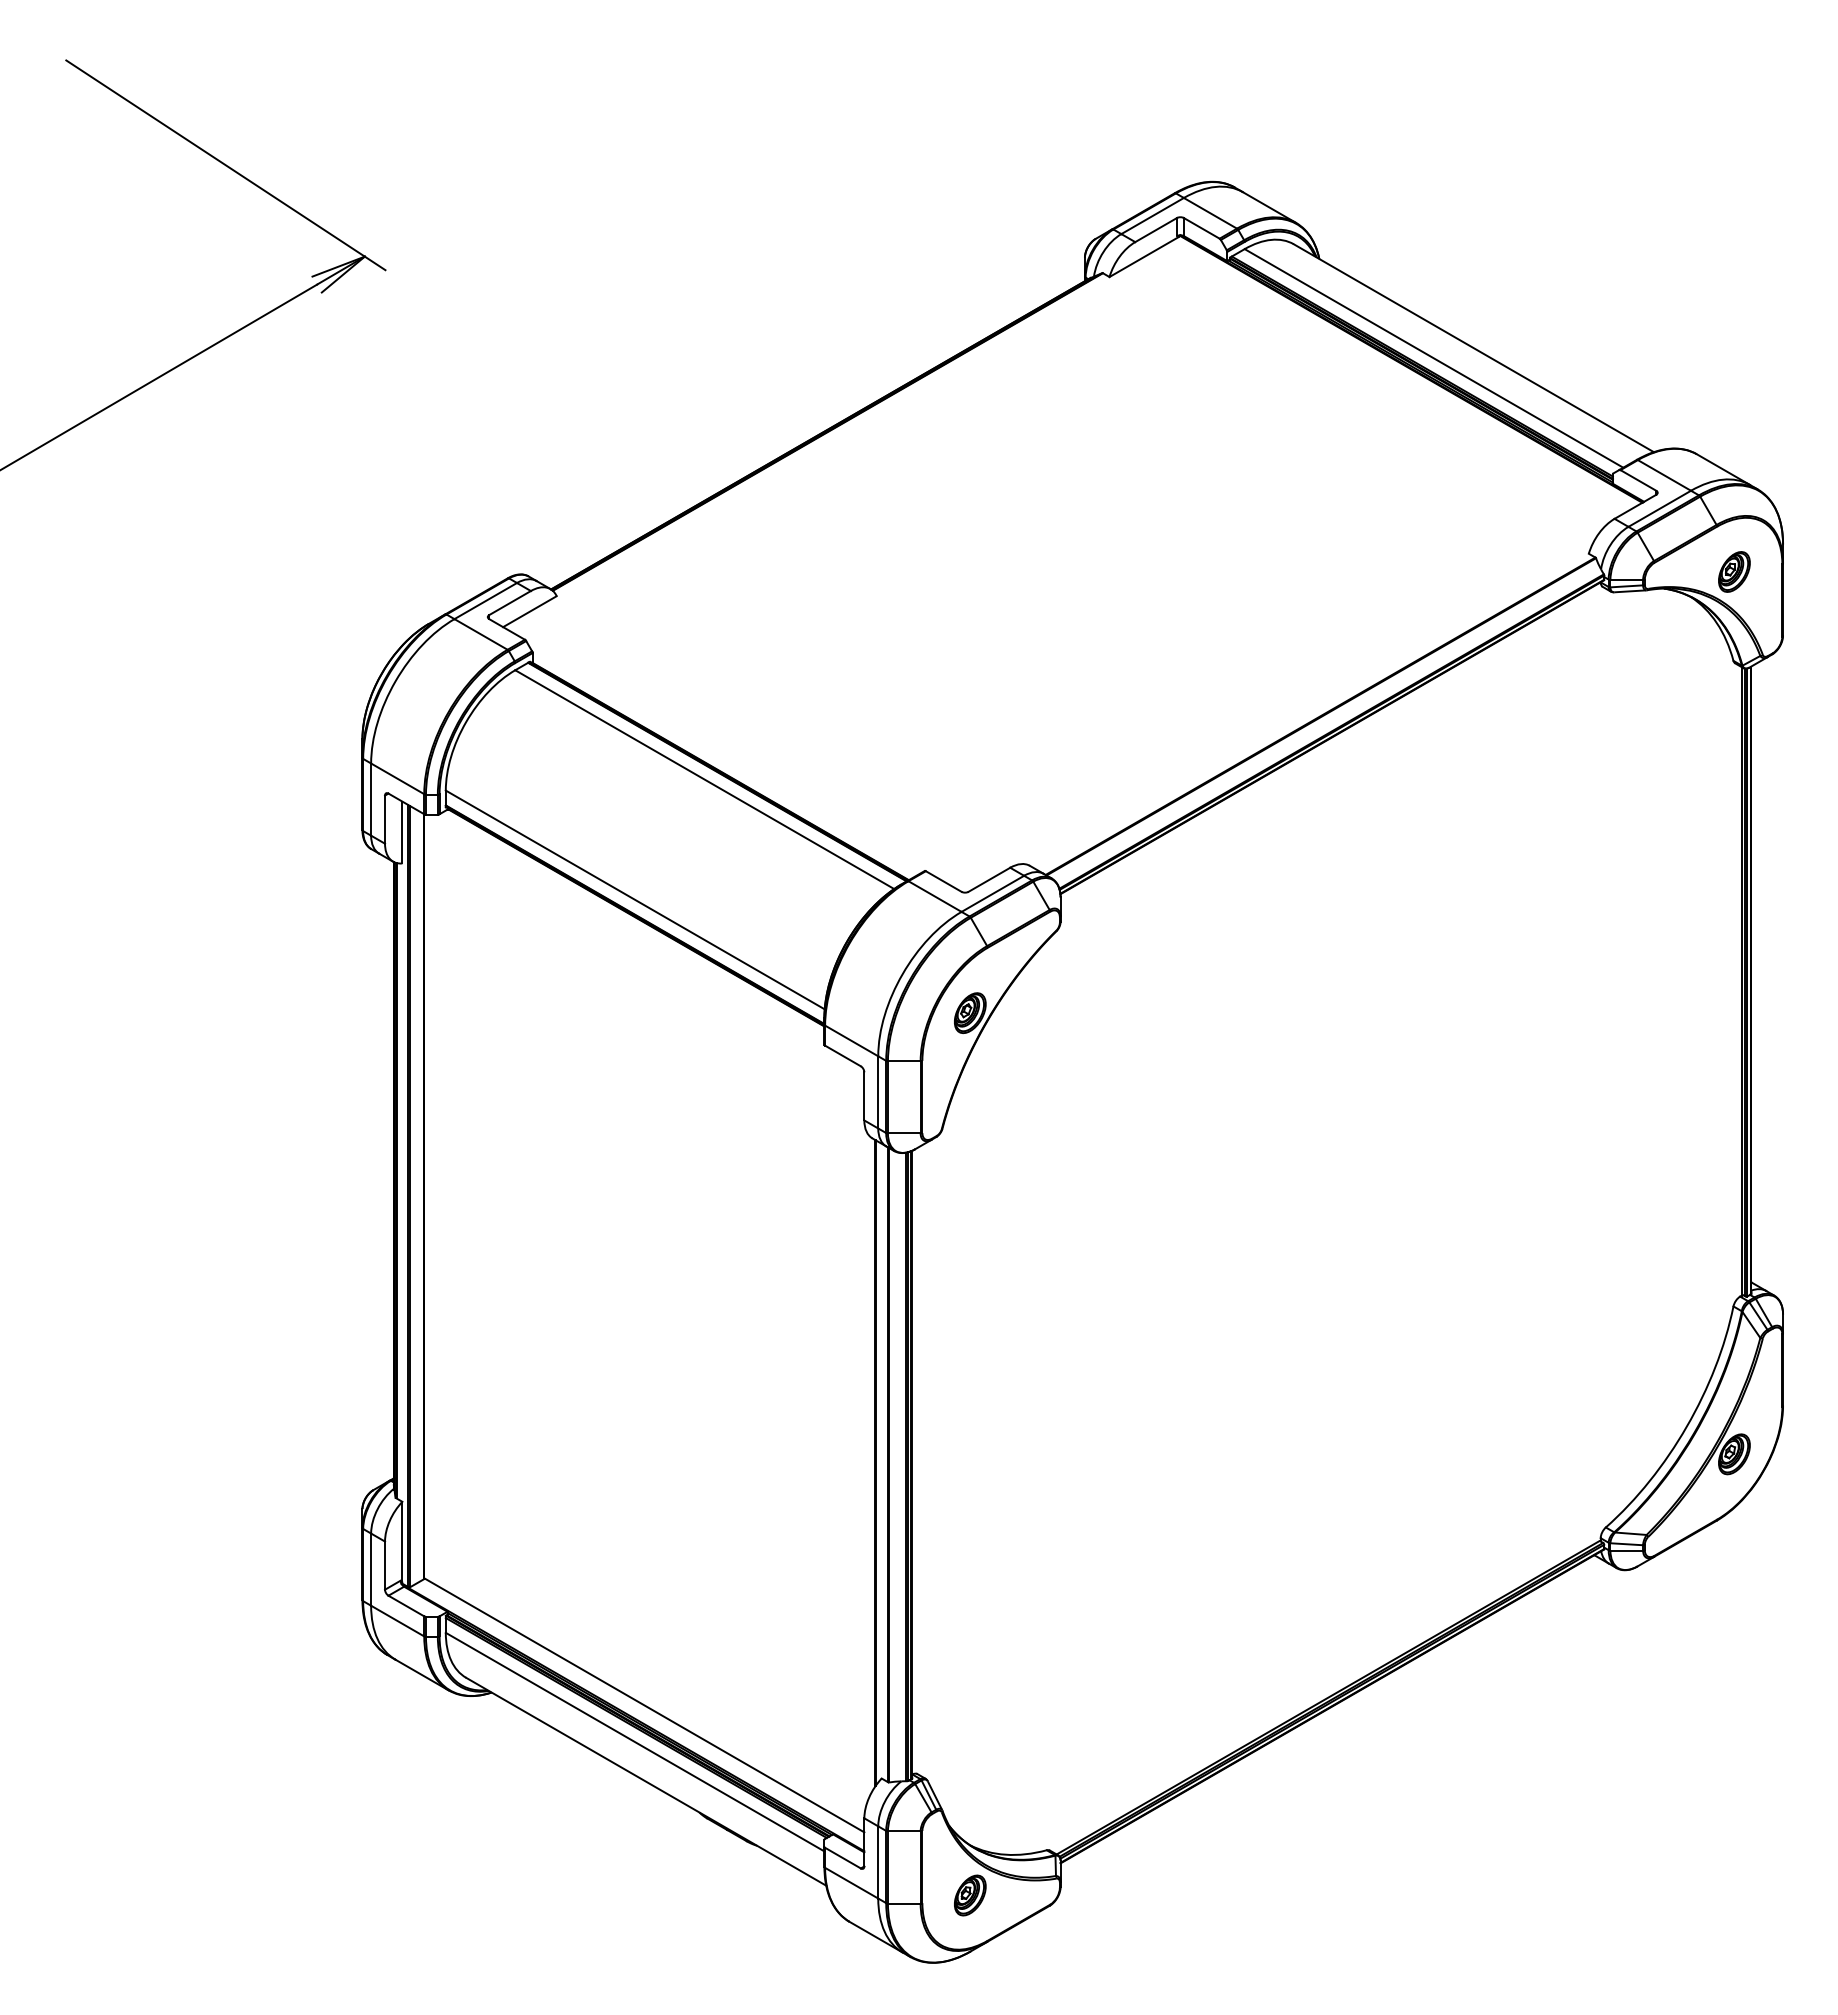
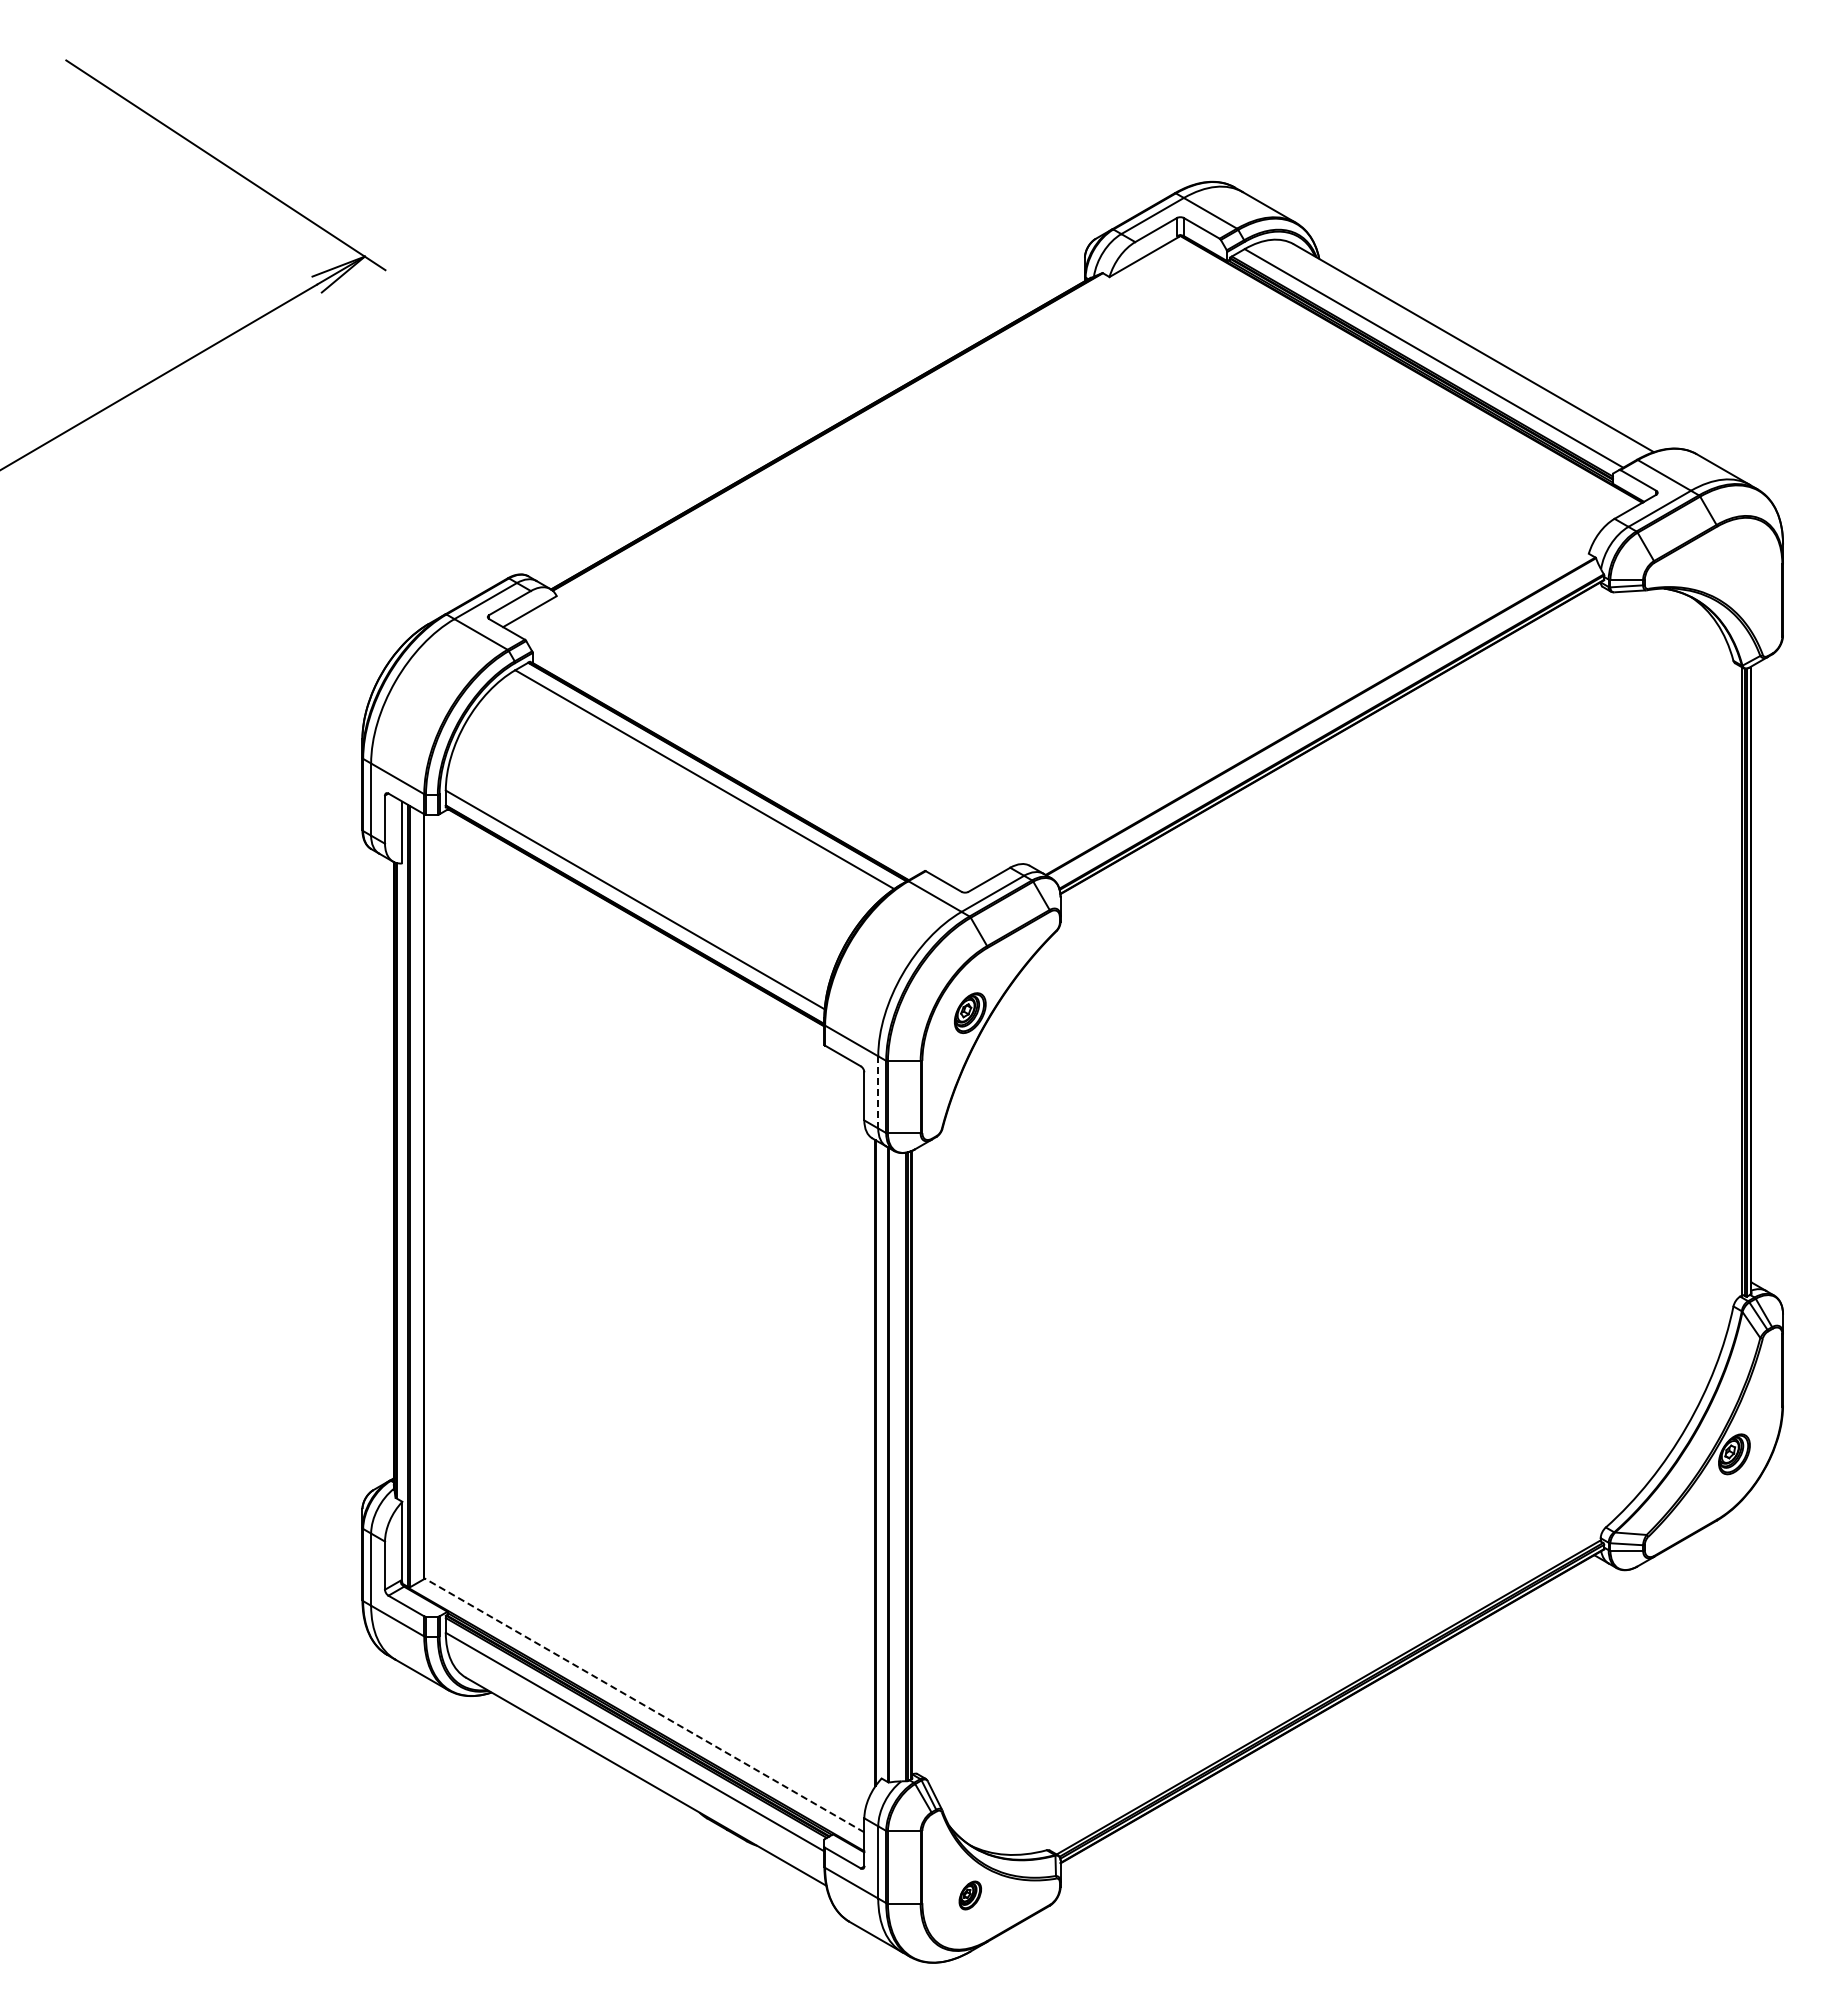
part at (1734, 571): present -> none
line at (878, 1092): solid -> dashed
line at (643, 1705): solid -> dashed
part at (970, 1895) size: 33x43 px -> 25x31 px
